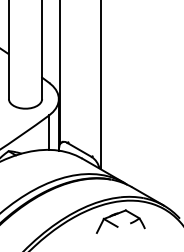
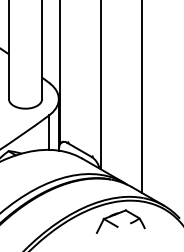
line at (141, 97): none -> present
